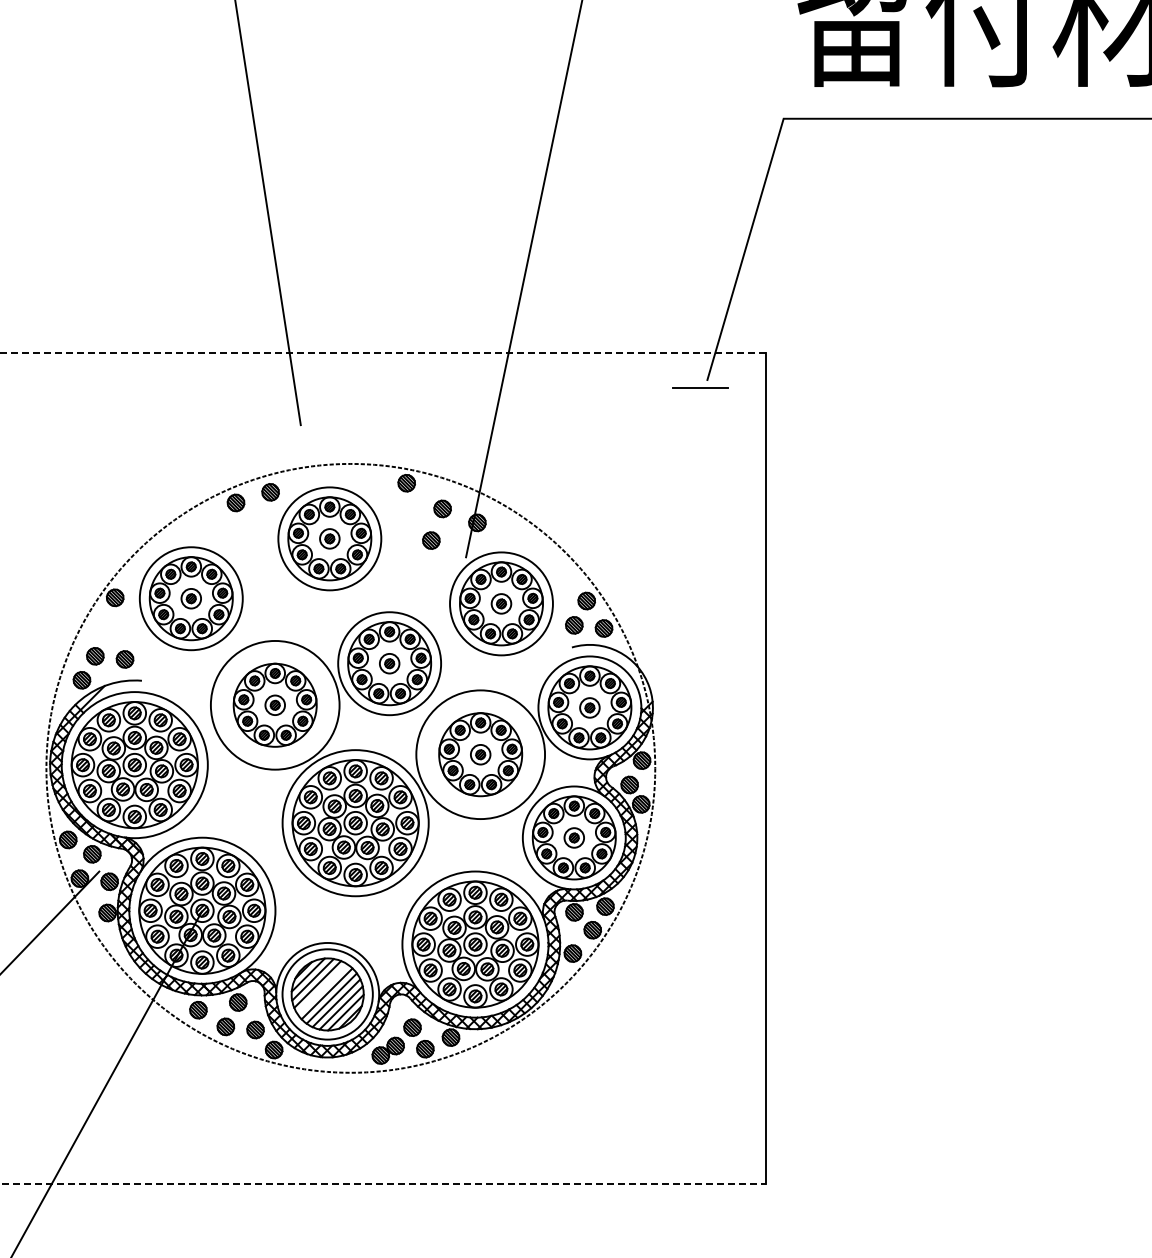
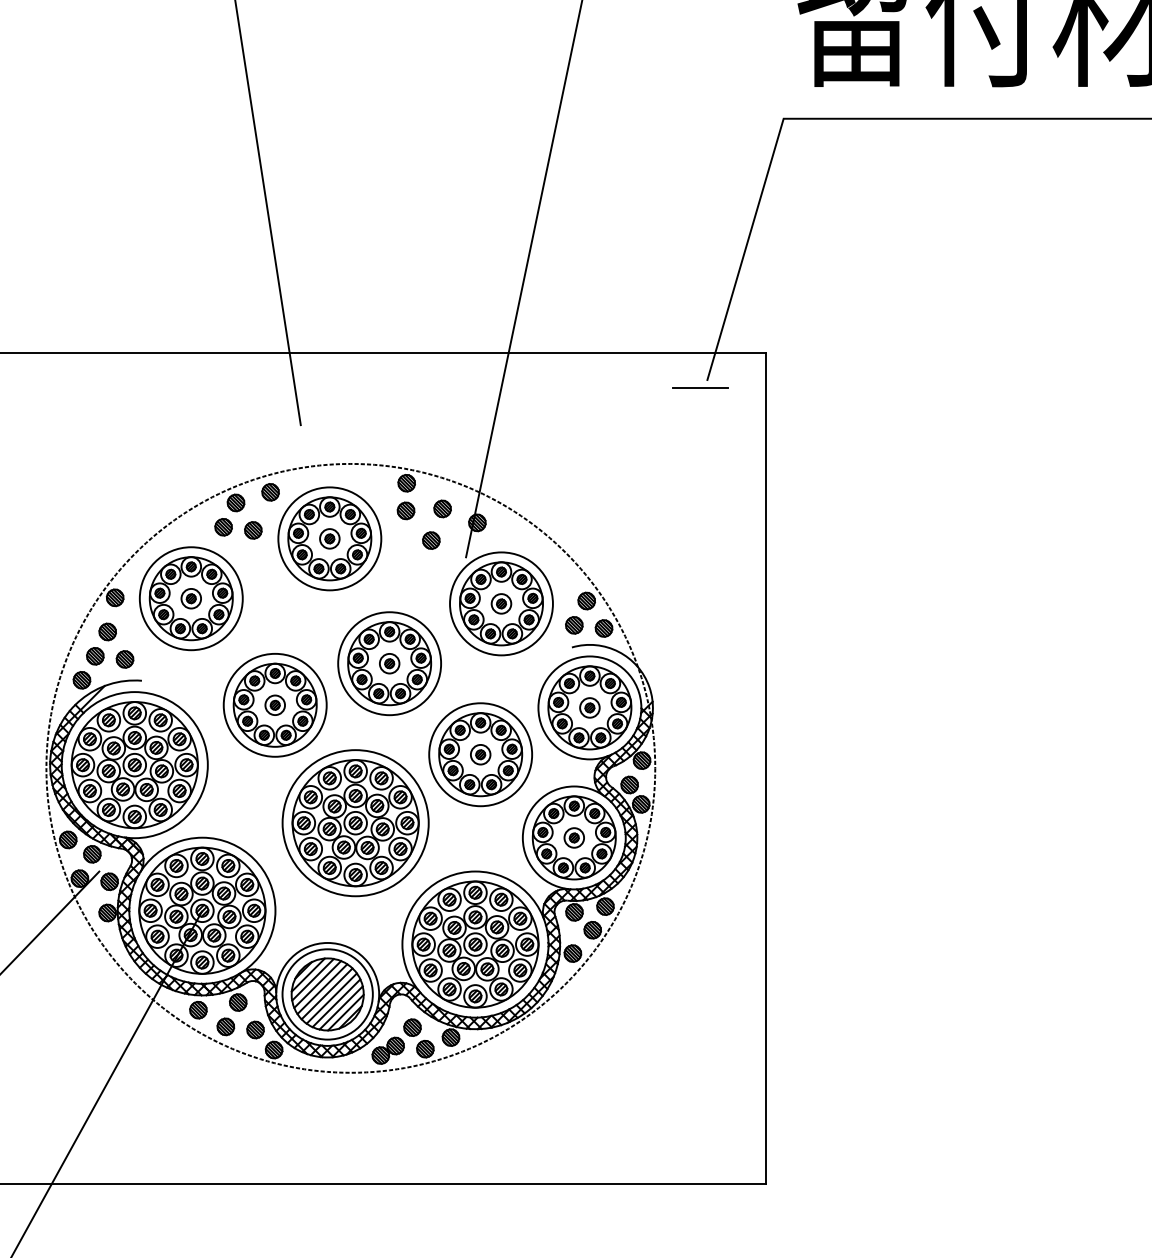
line at (383, 353): dashed -> solid
part at (405, 510): none -> present
part at (223, 527): none -> present
part at (253, 530): none -> present
part at (107, 631): none -> present
circle at (274, 704) diameter: 129 px -> 103 px
circle at (480, 754) diameter: 129 px -> 103 px
line at (322, 989): none -> present
line at (383, 1183): dashed -> solid
